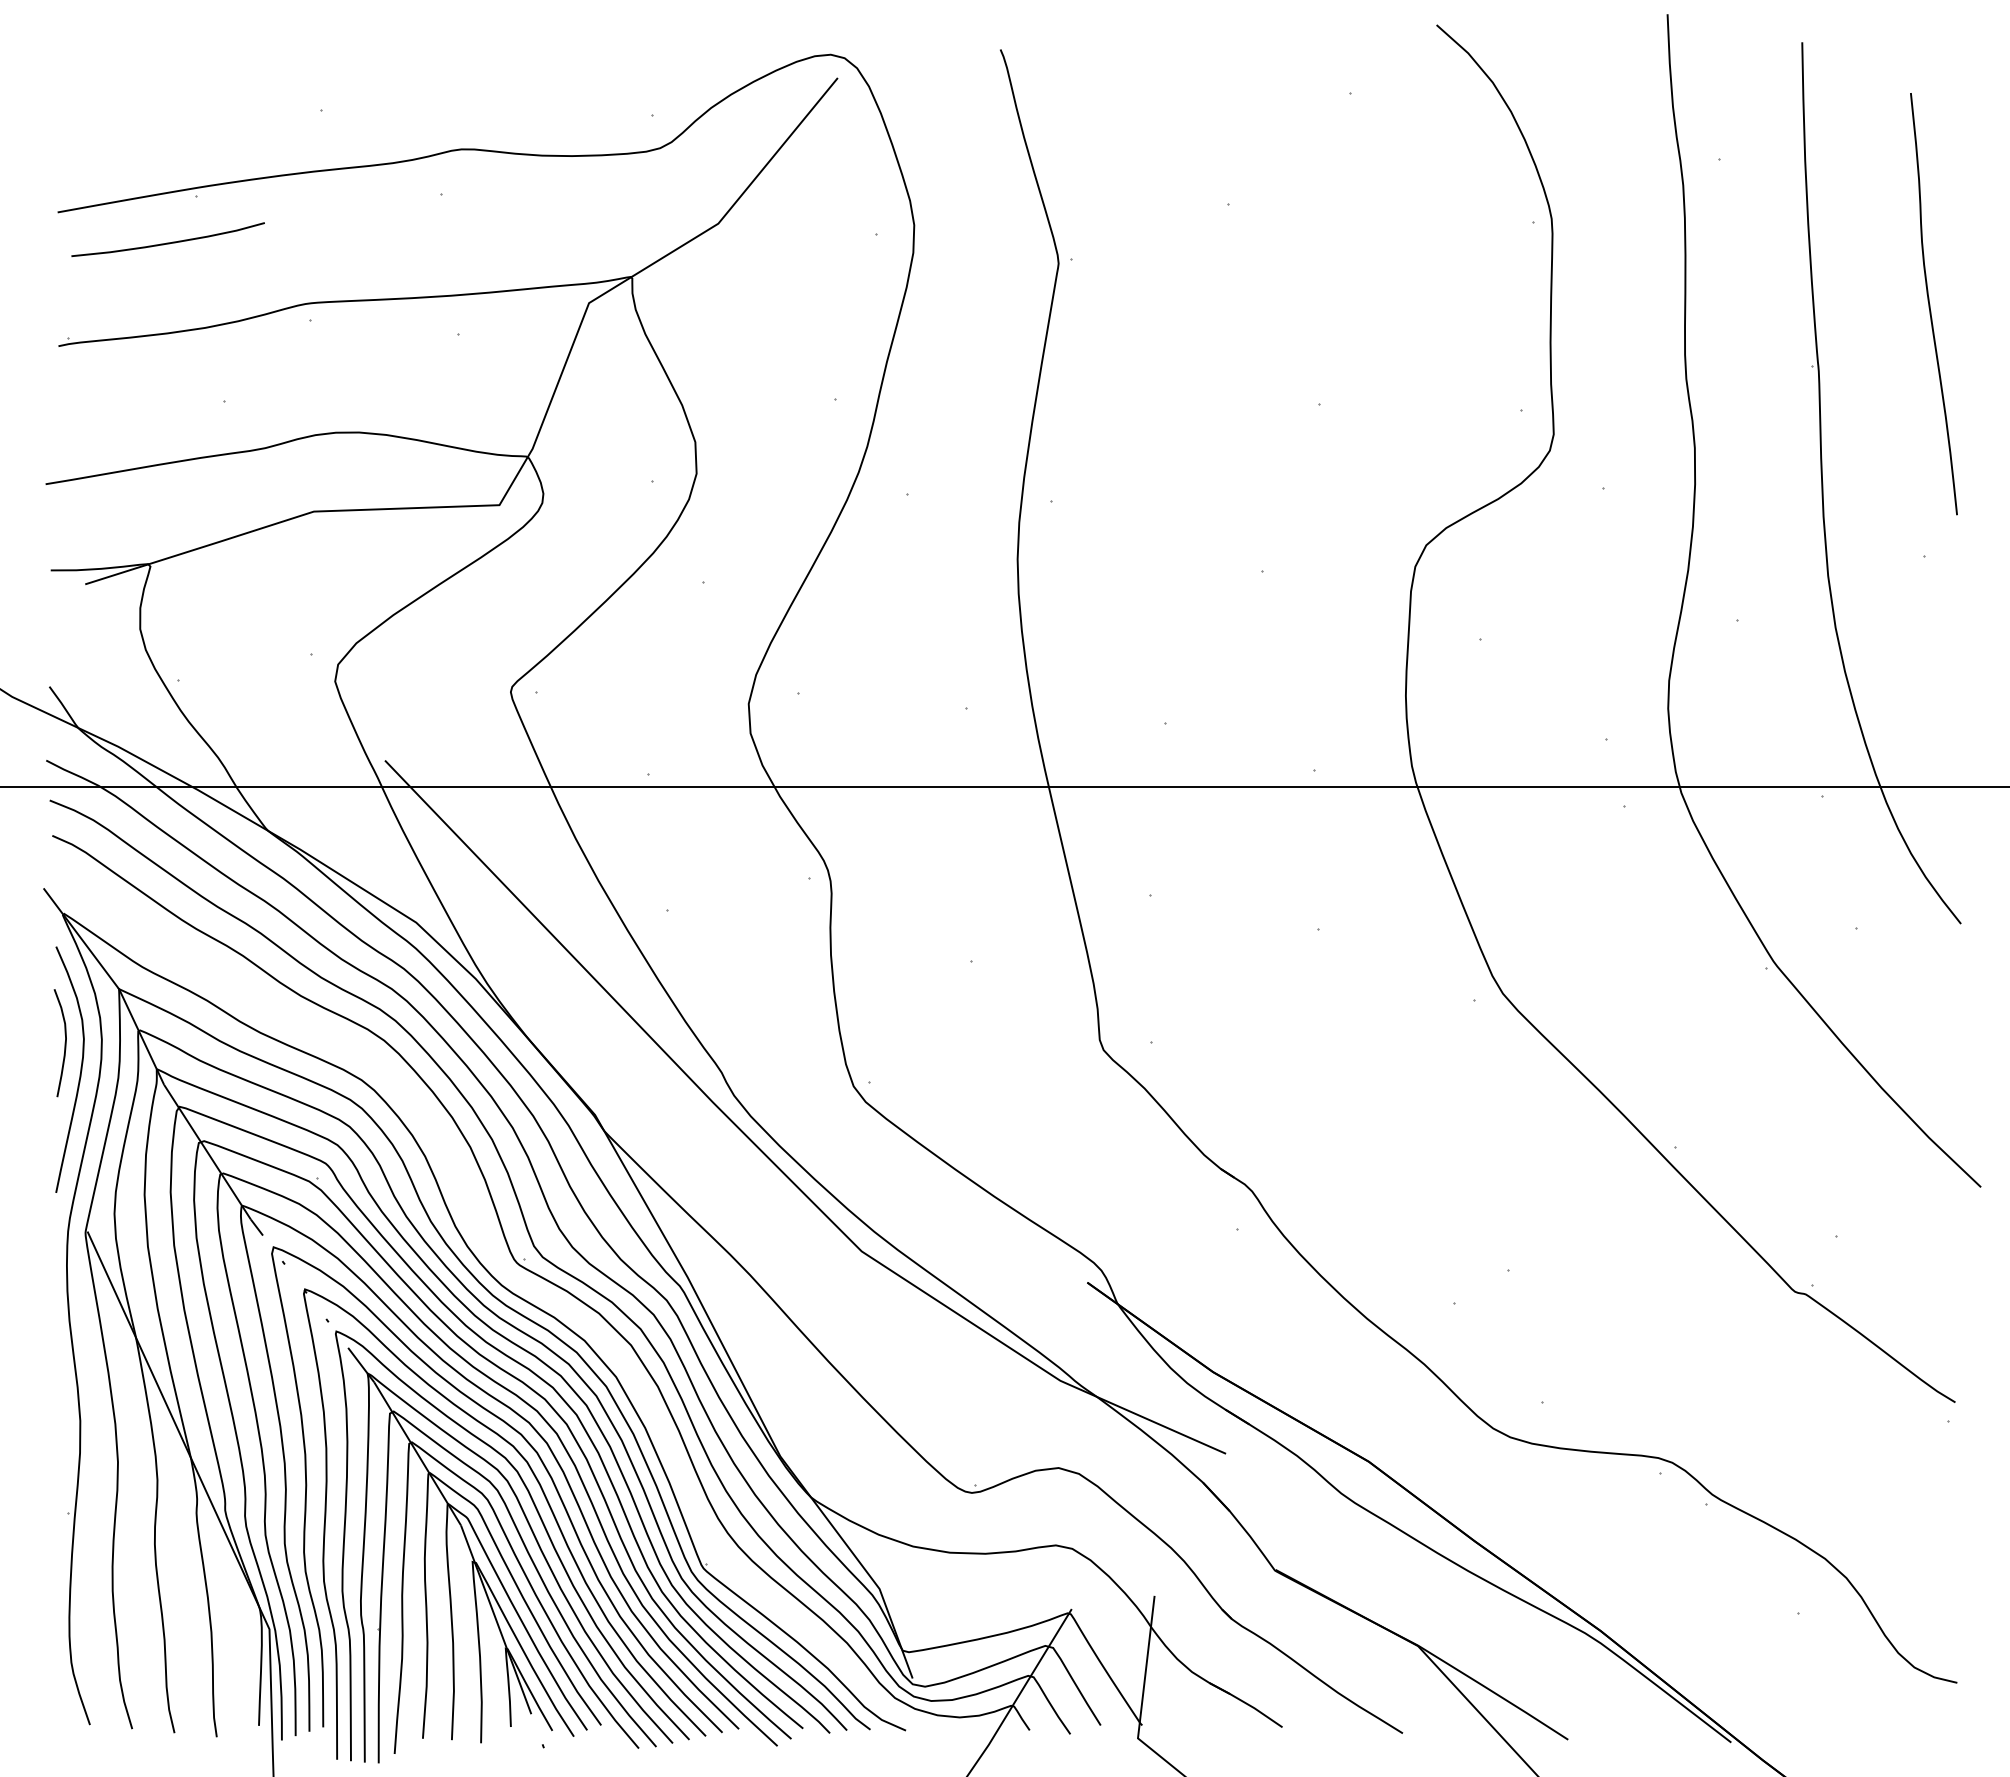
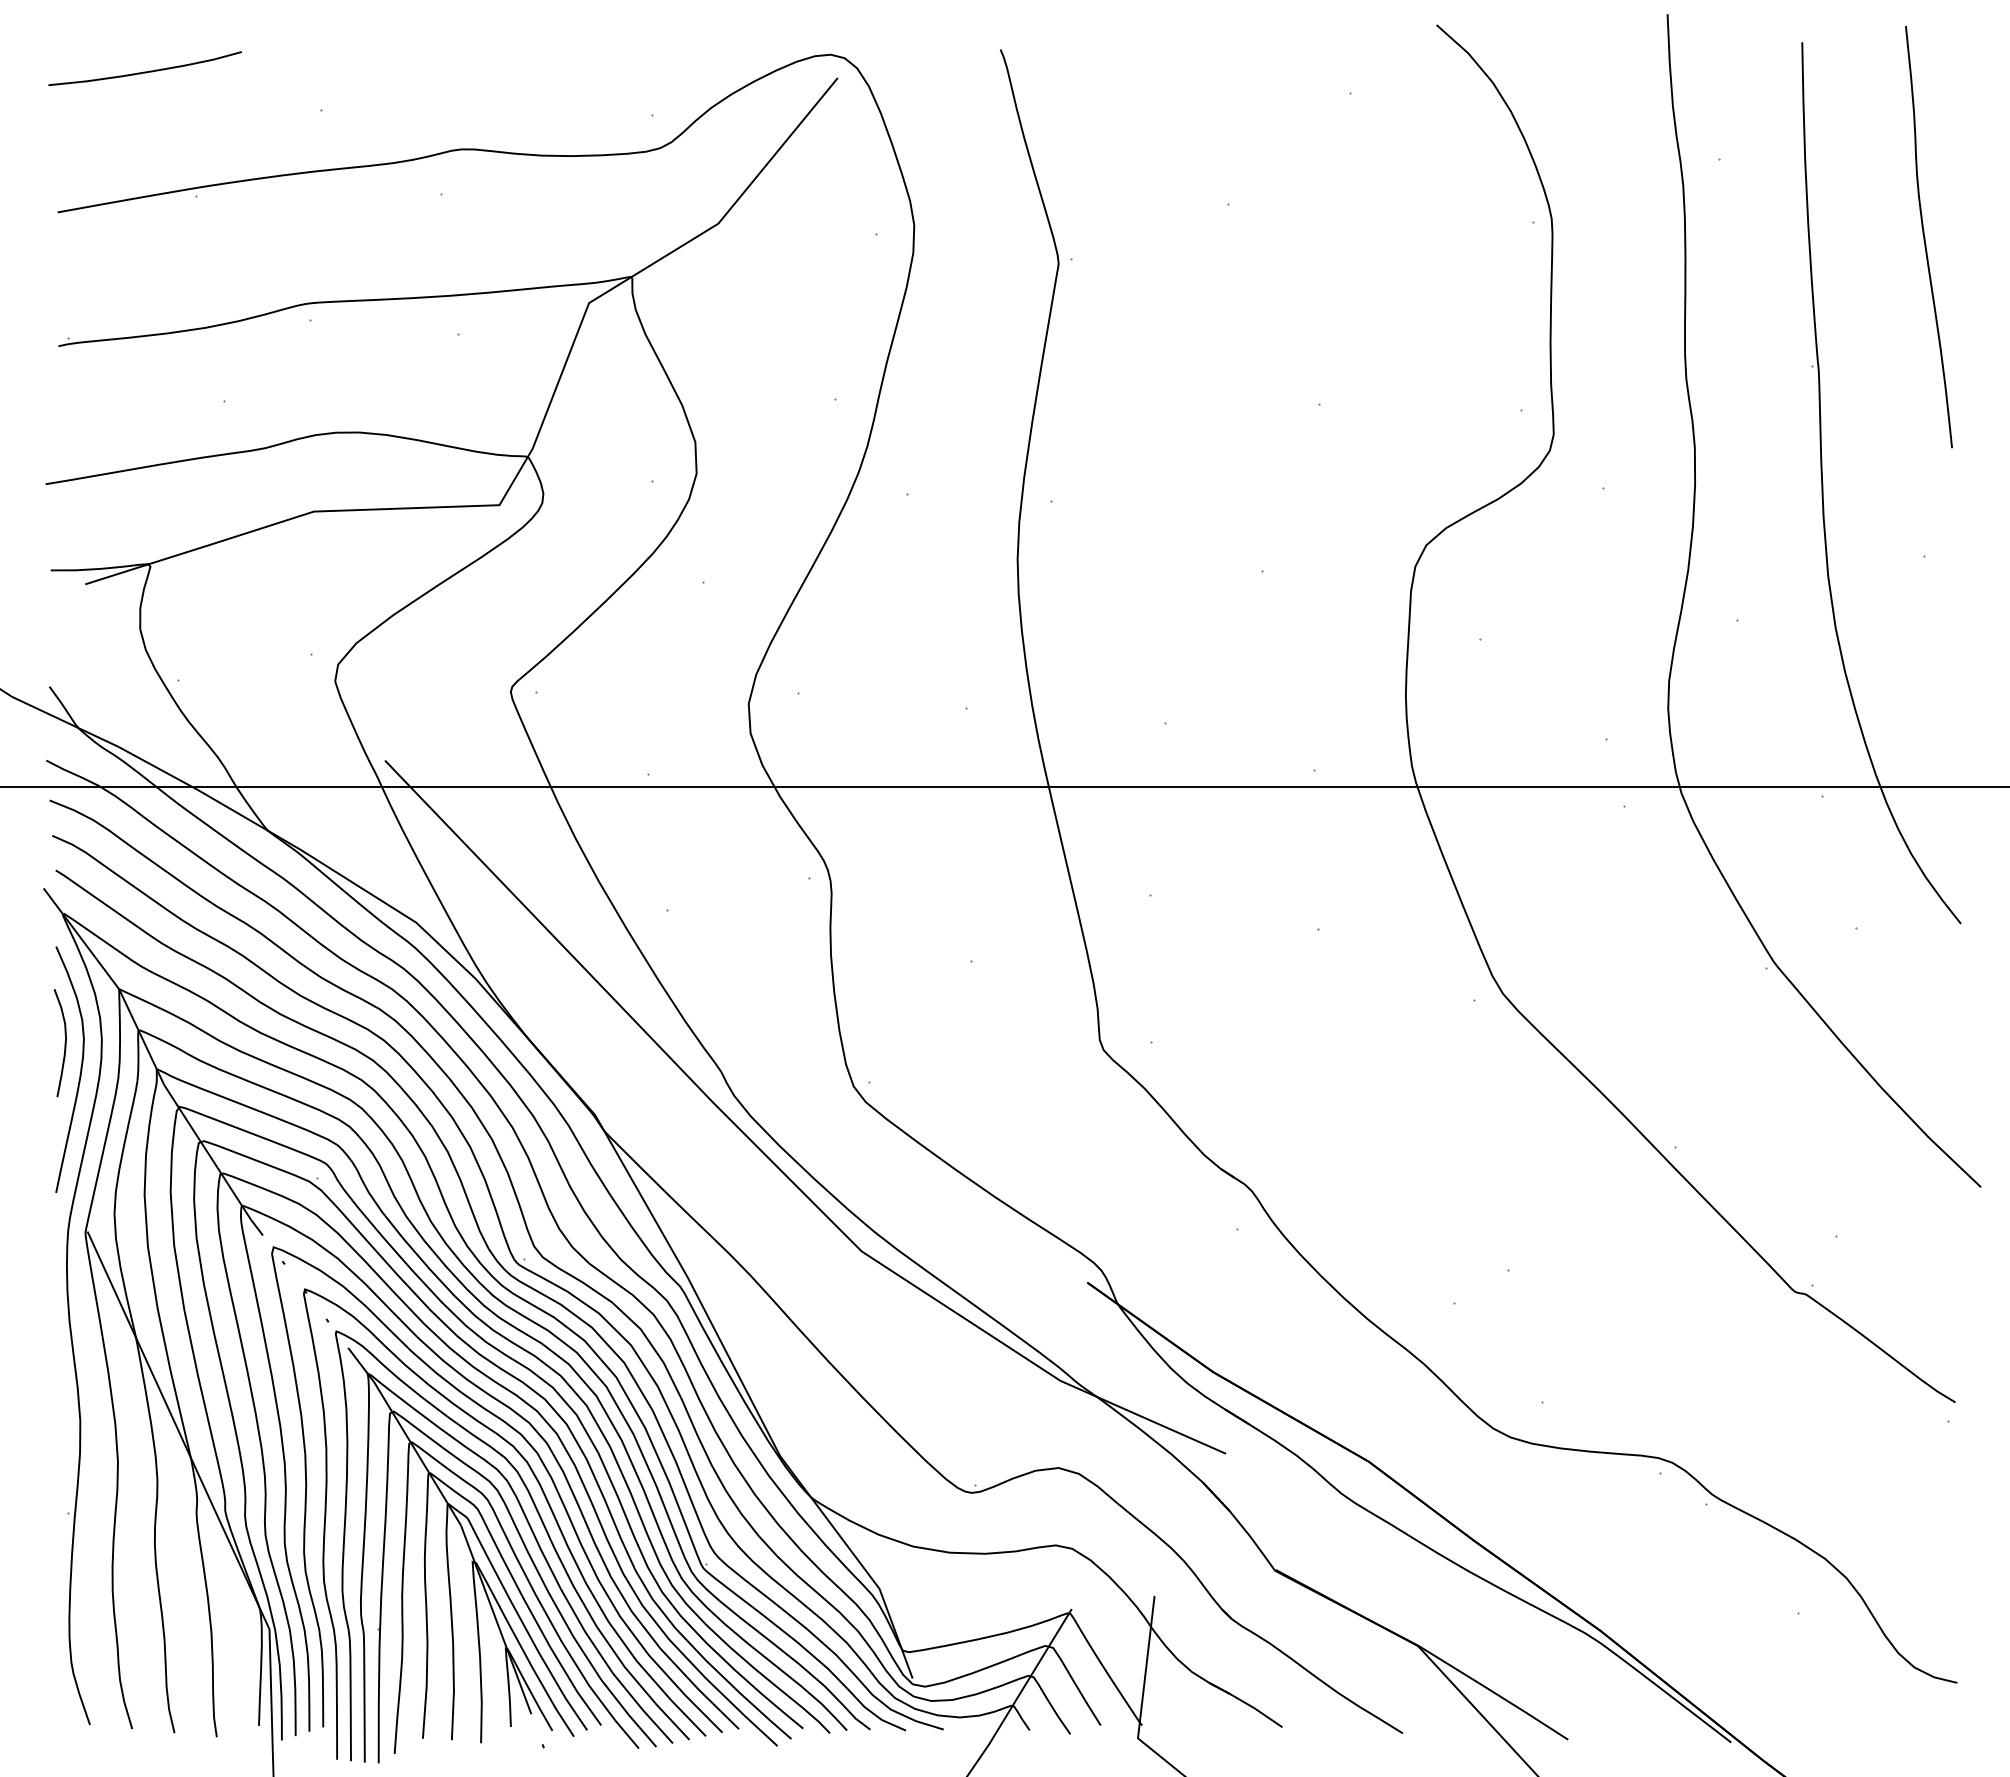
curve at (167, 242) position: (167, 242) -> (144, 71)
curve at (1930, 304) position: (1930, 304) -> (1925, 237)
curve at (513, 1278): none -> present
